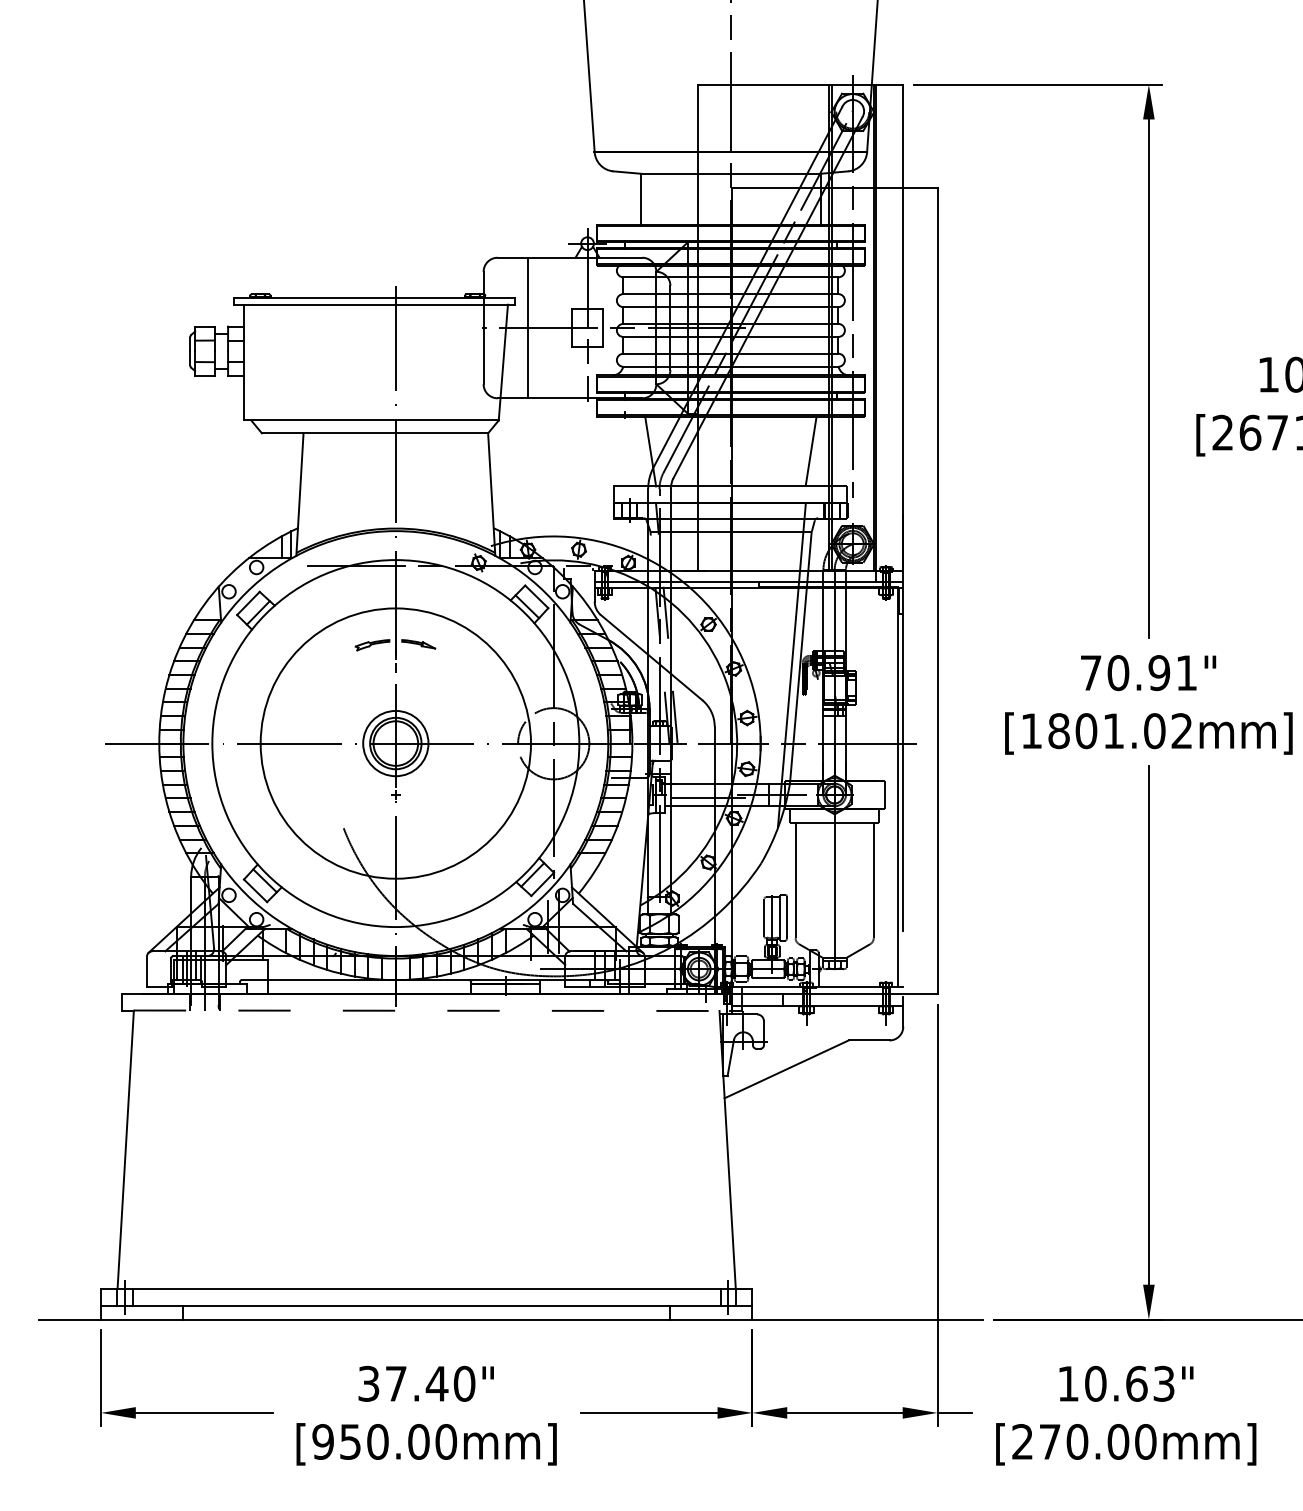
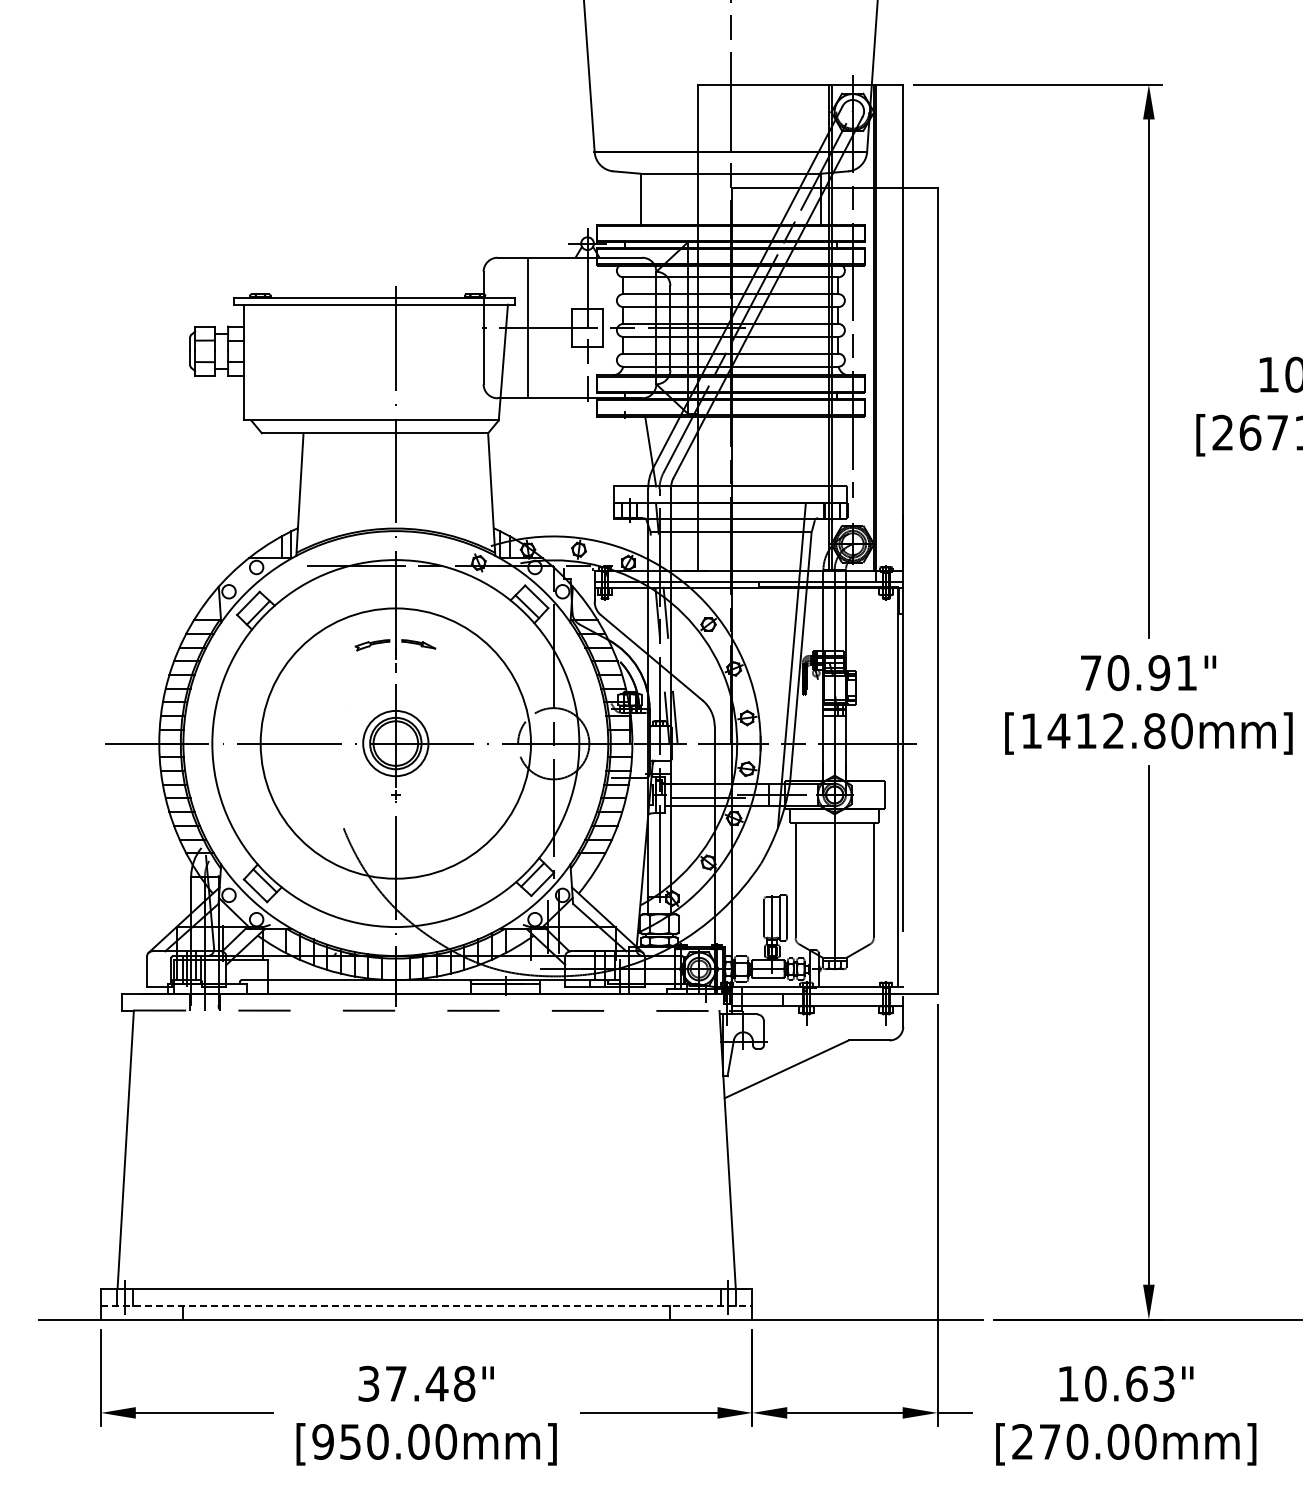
line at (810, 451): present -> none
text at (1119, 731): [1801.02mm] -> [1412.80mm]
line at (426, 1305): solid -> dashed
text at (464, 1383): 37.40" -> 37.48"
